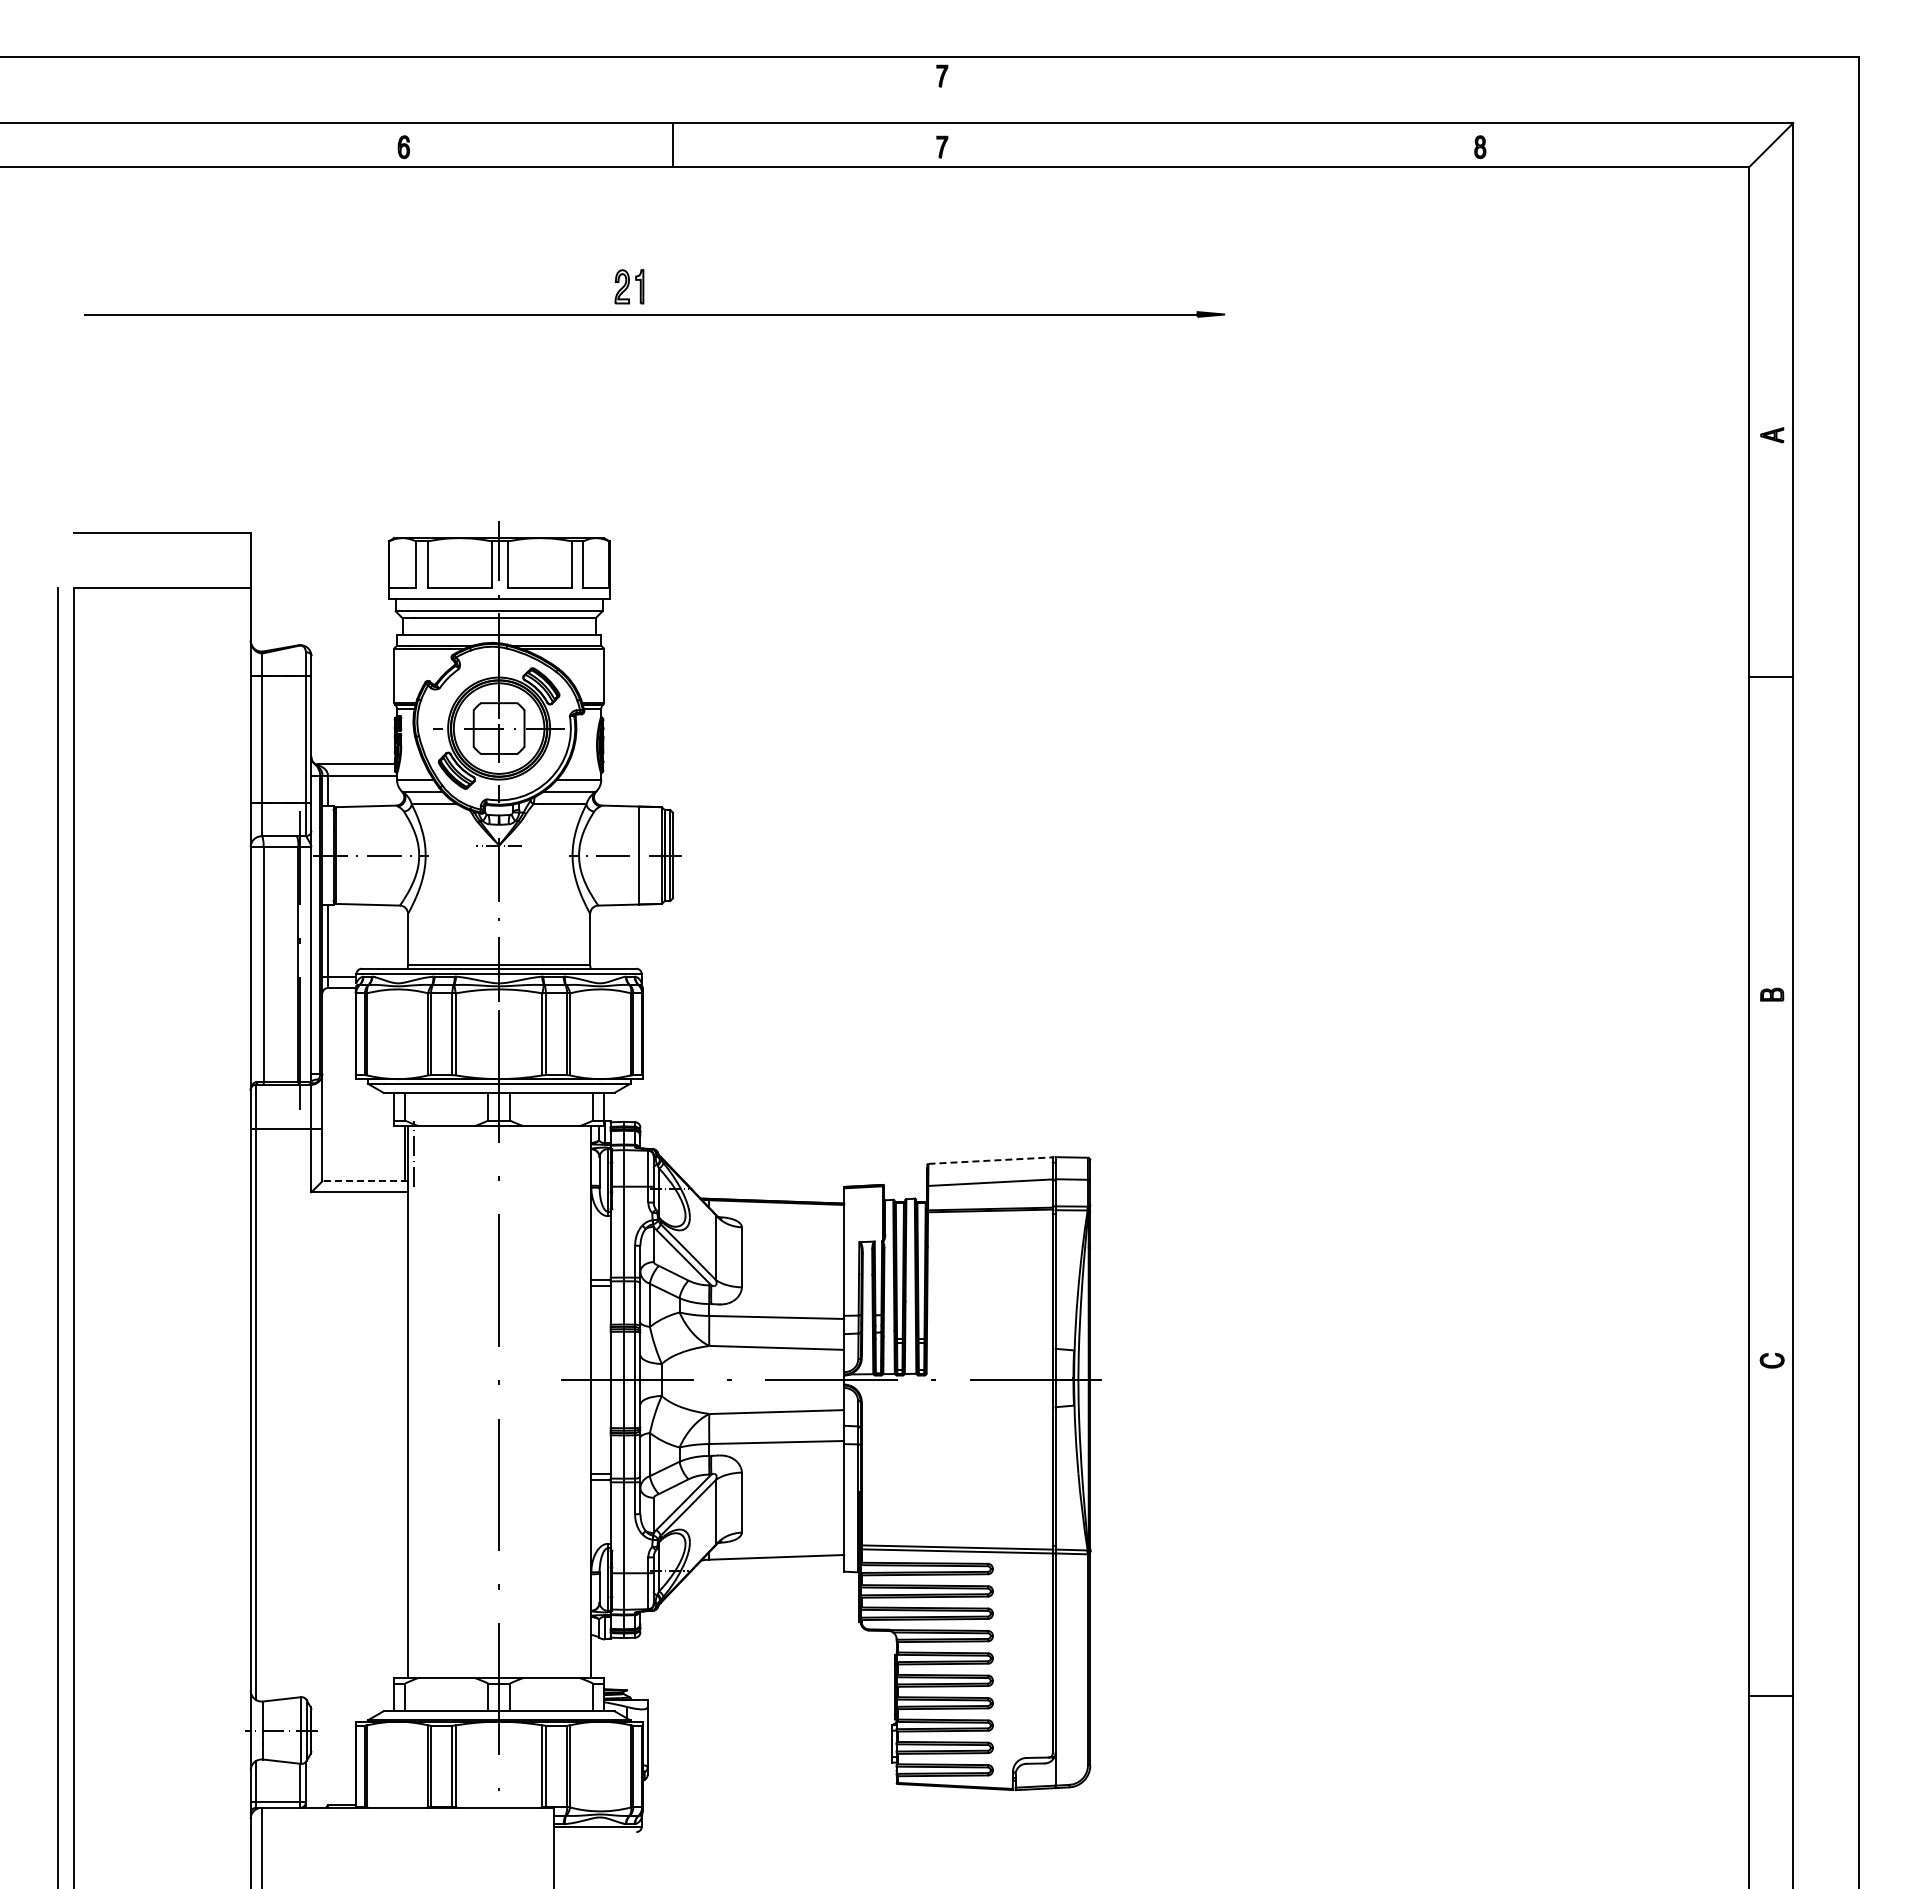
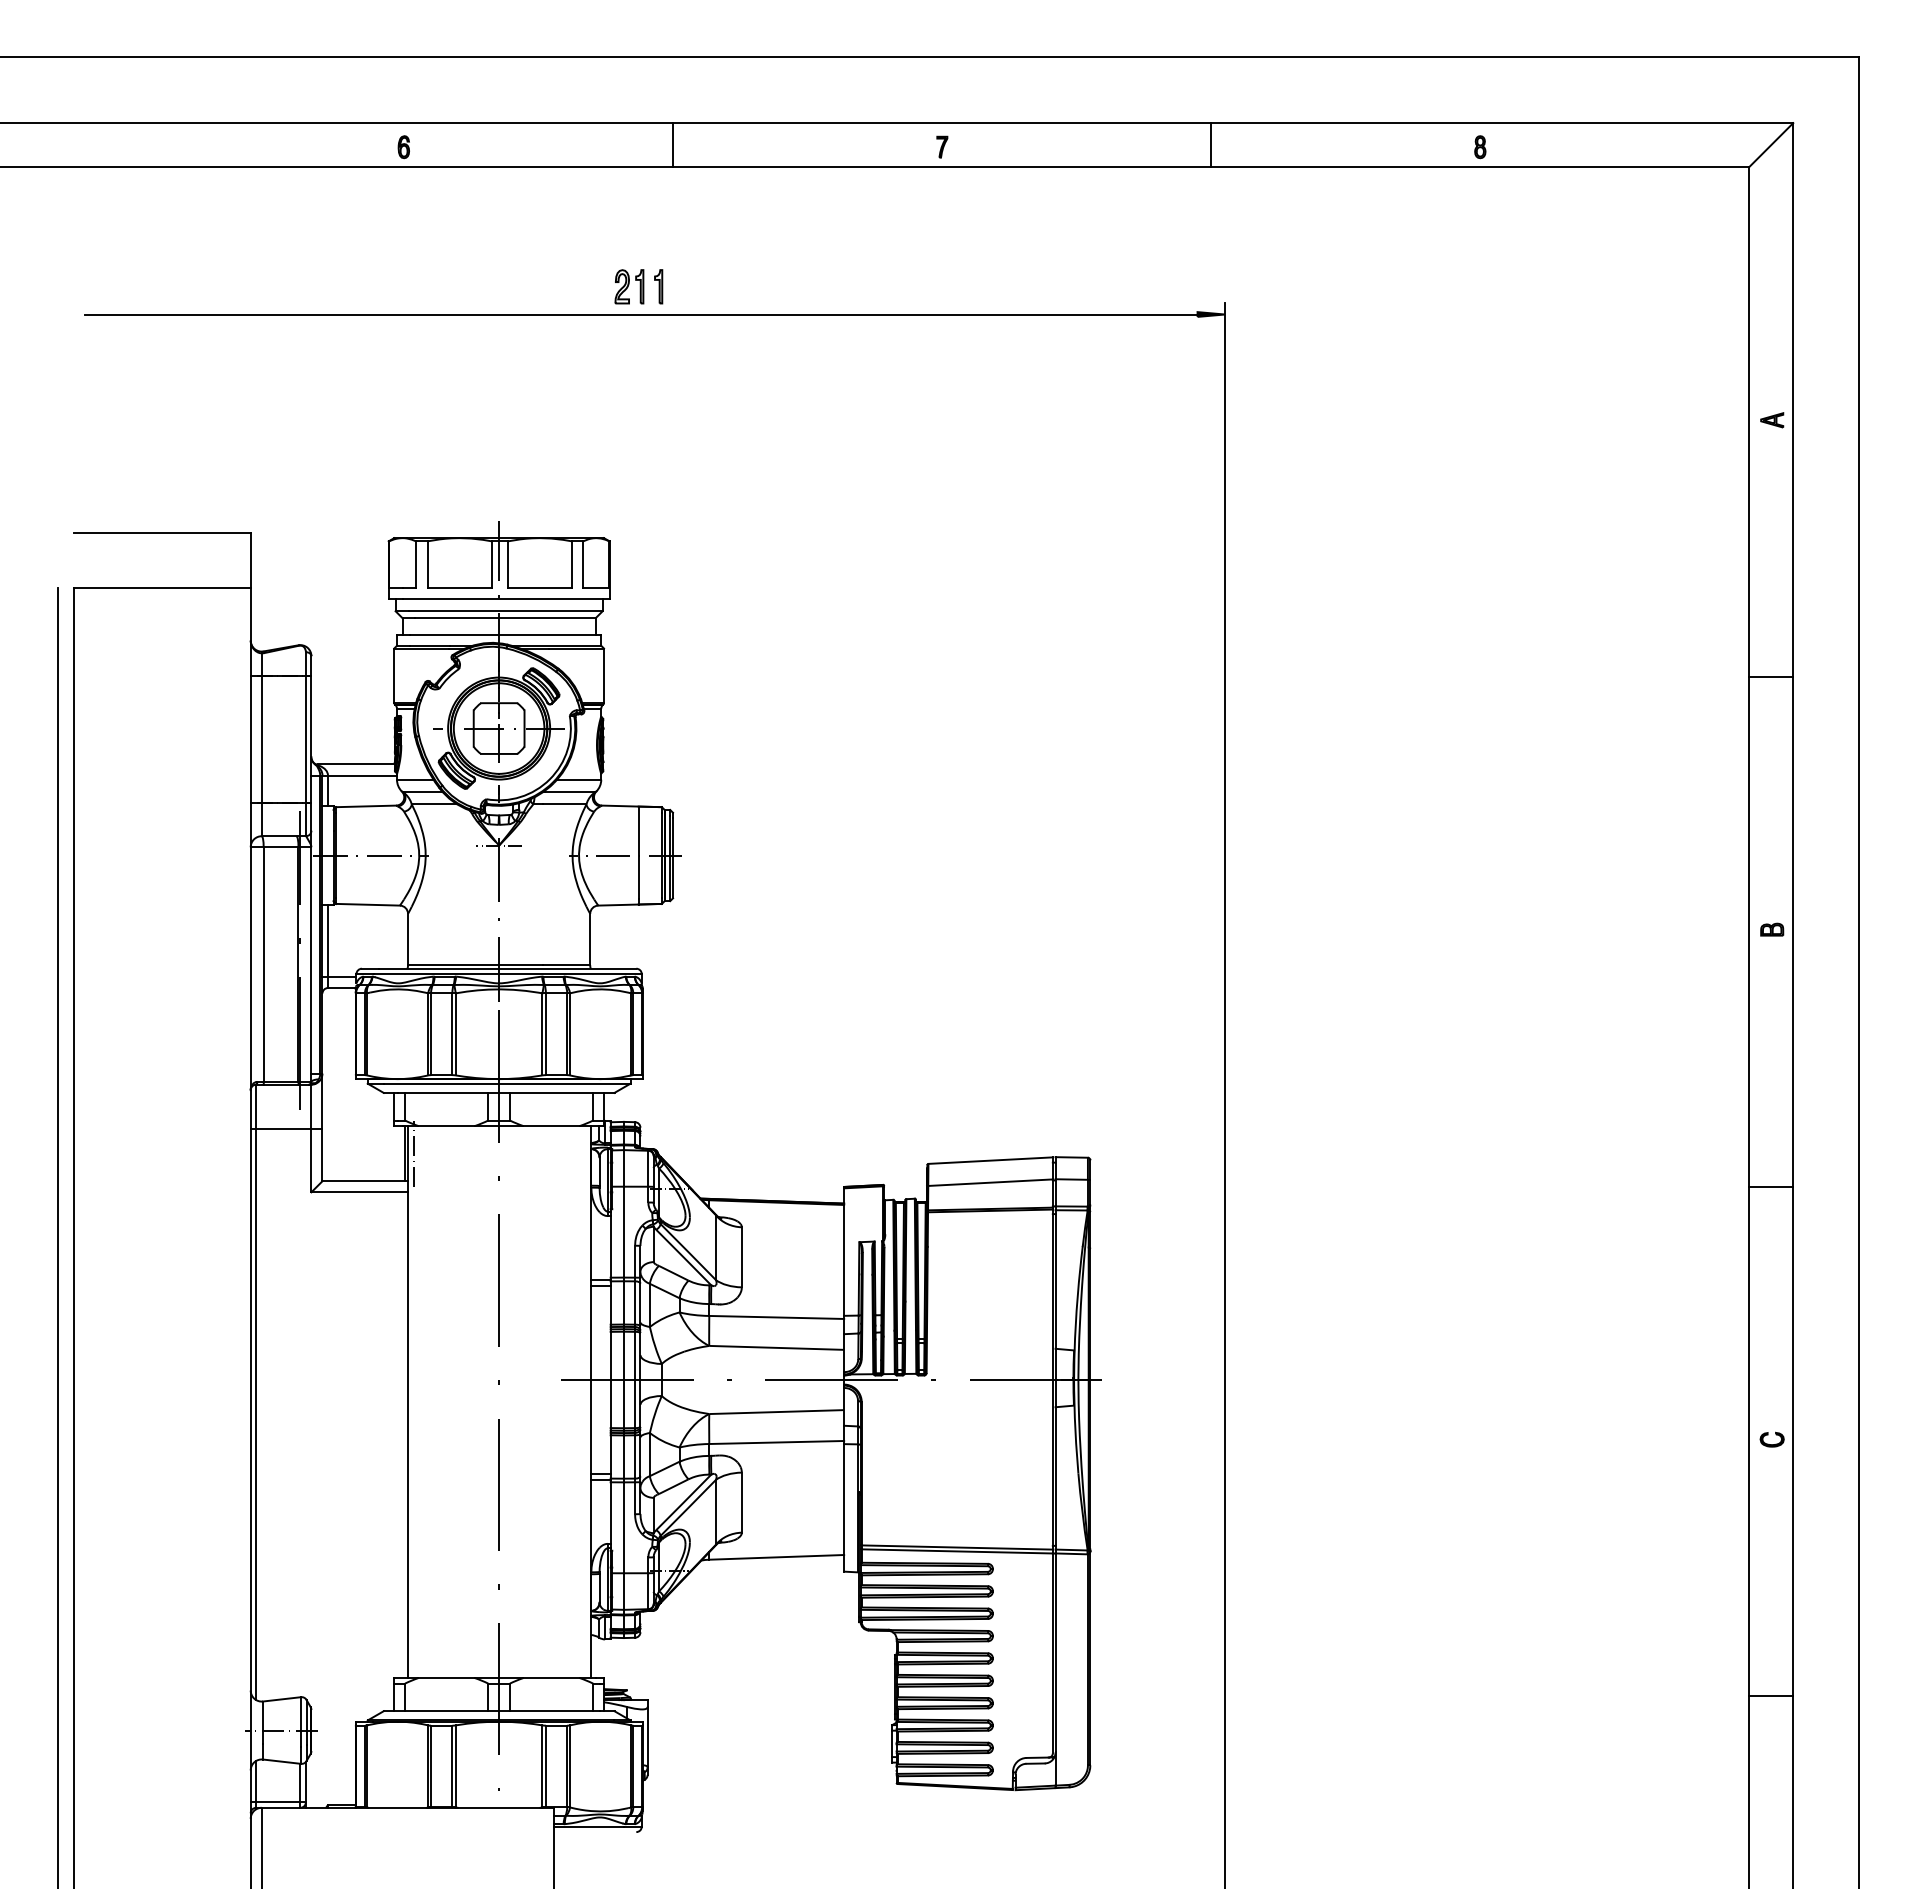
part at (942, 75): present -> none
line at (1210, 145): none -> present
part at (658, 286): none -> present
part at (1772, 435) position: (1772, 435) -> (1772, 420)
part at (1772, 994) position: (1772, 994) -> (1772, 929)
line at (1225, 1094): none -> present
line at (991, 1160): dashed -> solid
line at (365, 1181): dashed -> solid
line at (1771, 1186): none -> present
part at (1771, 1360) position: (1771, 1360) -> (1771, 1439)
